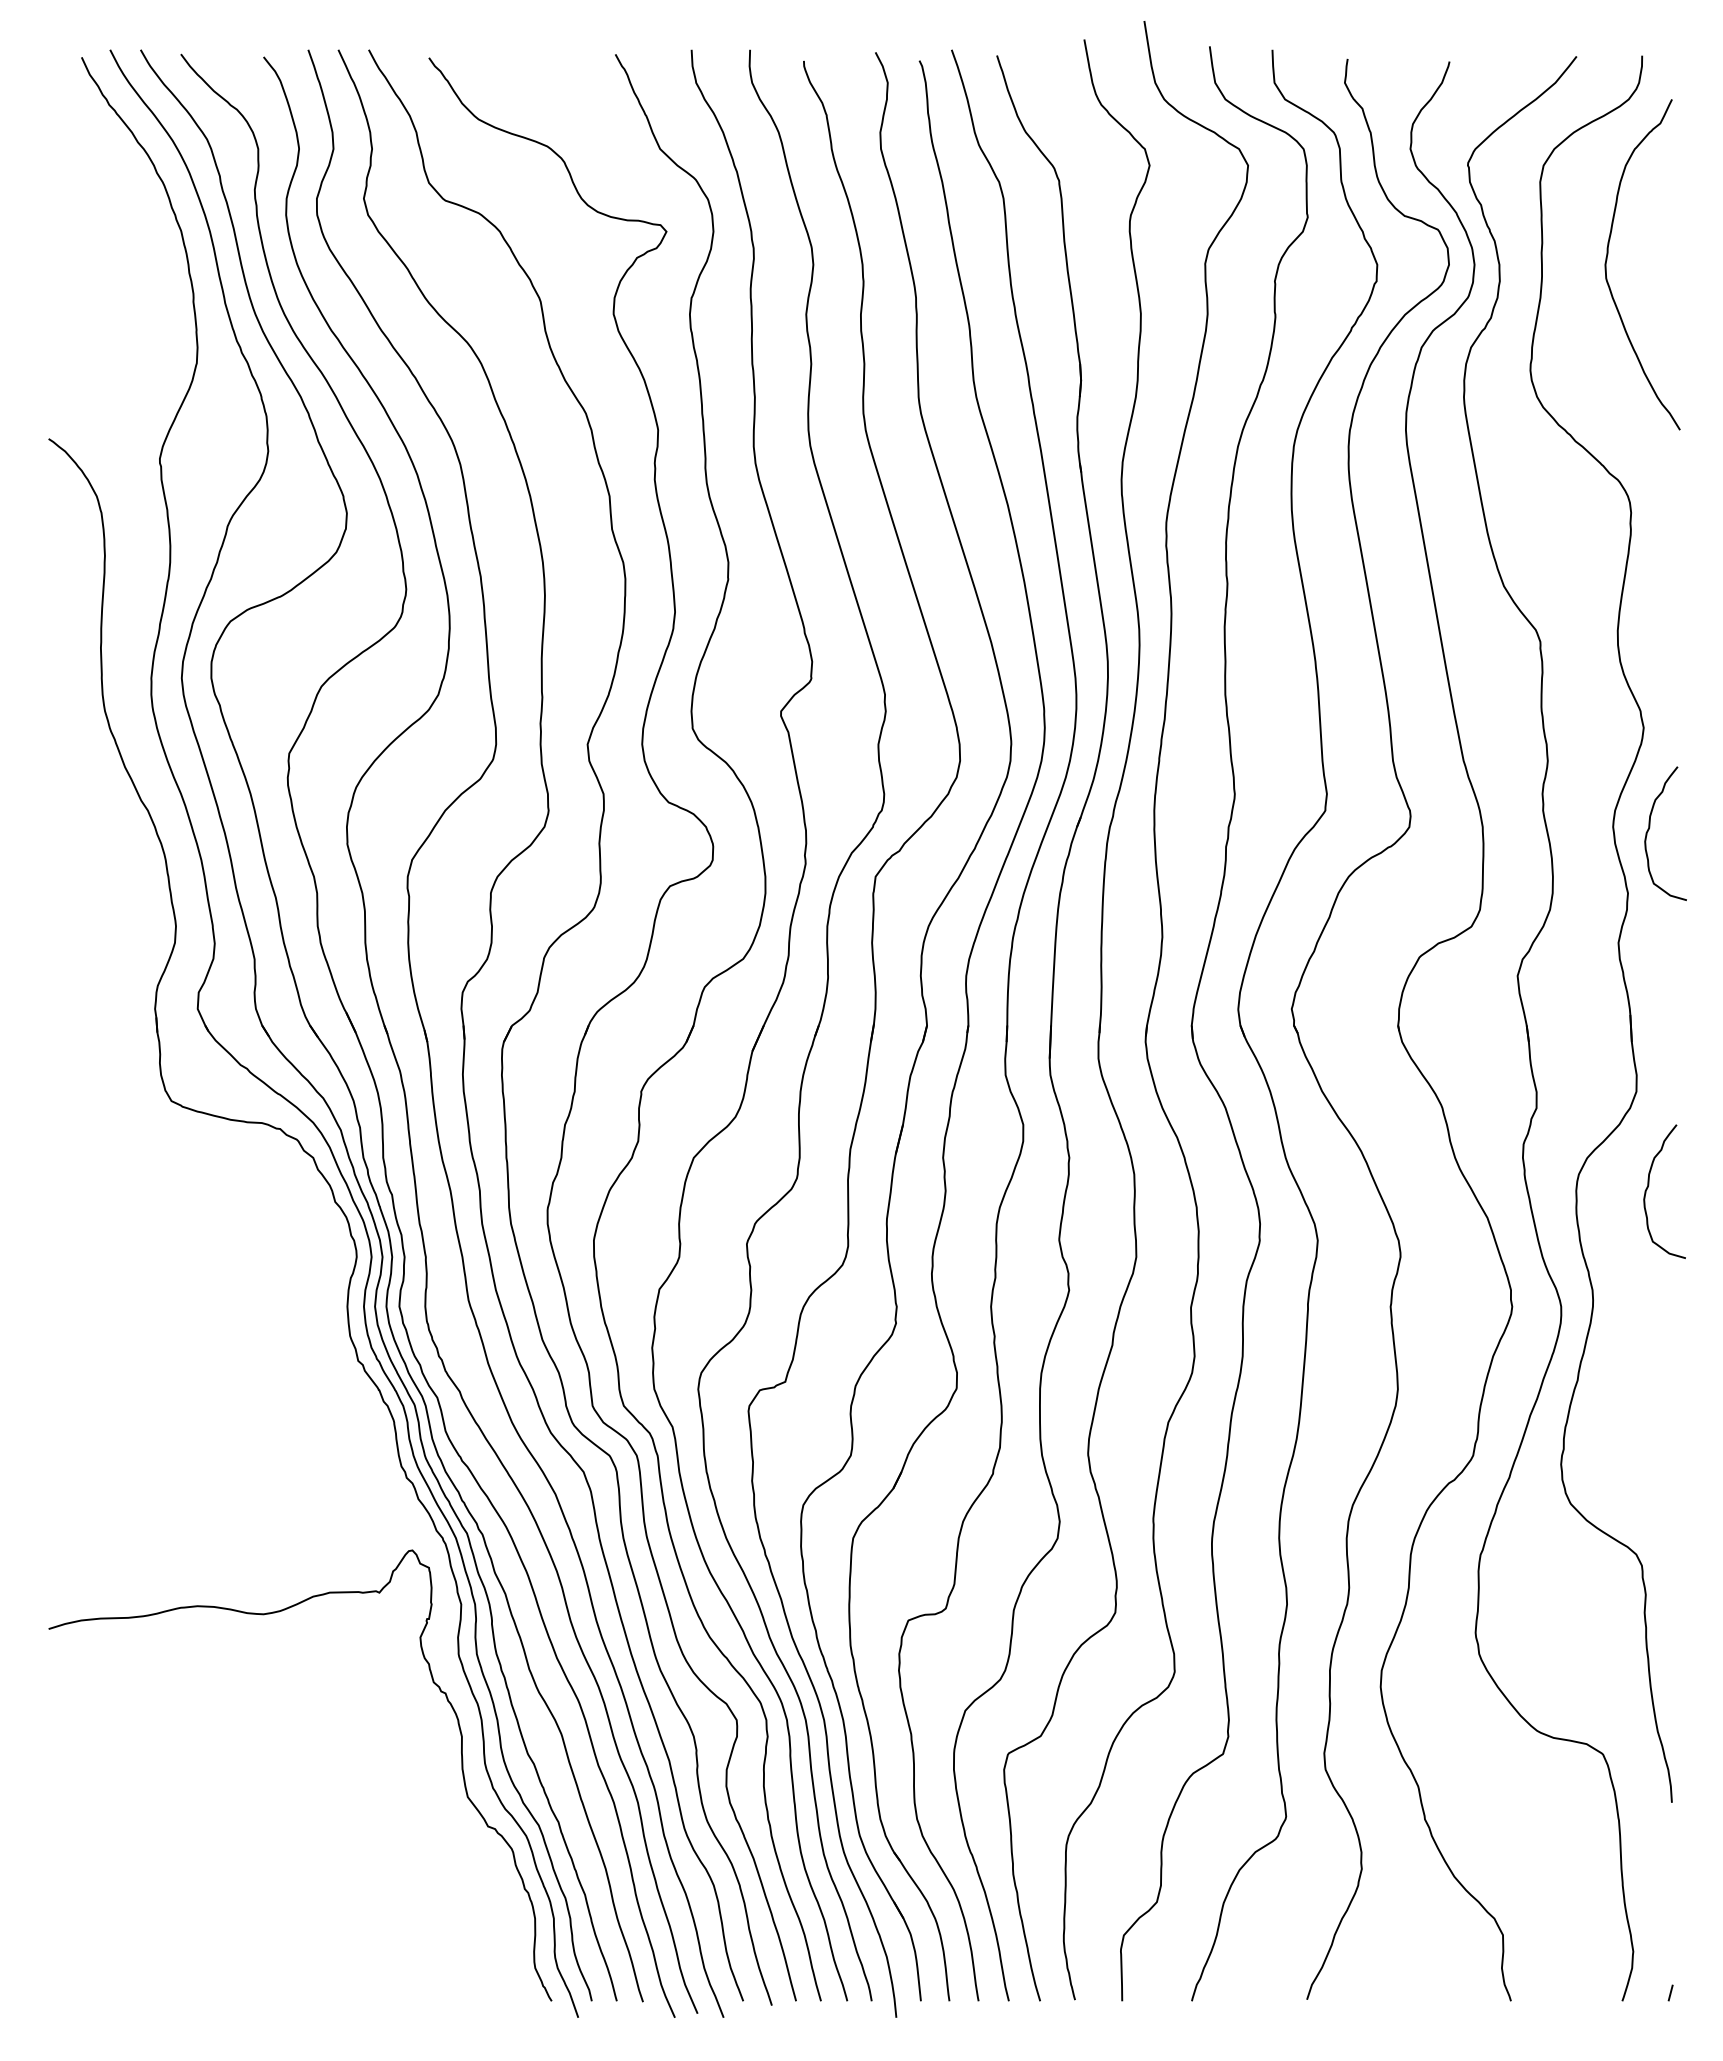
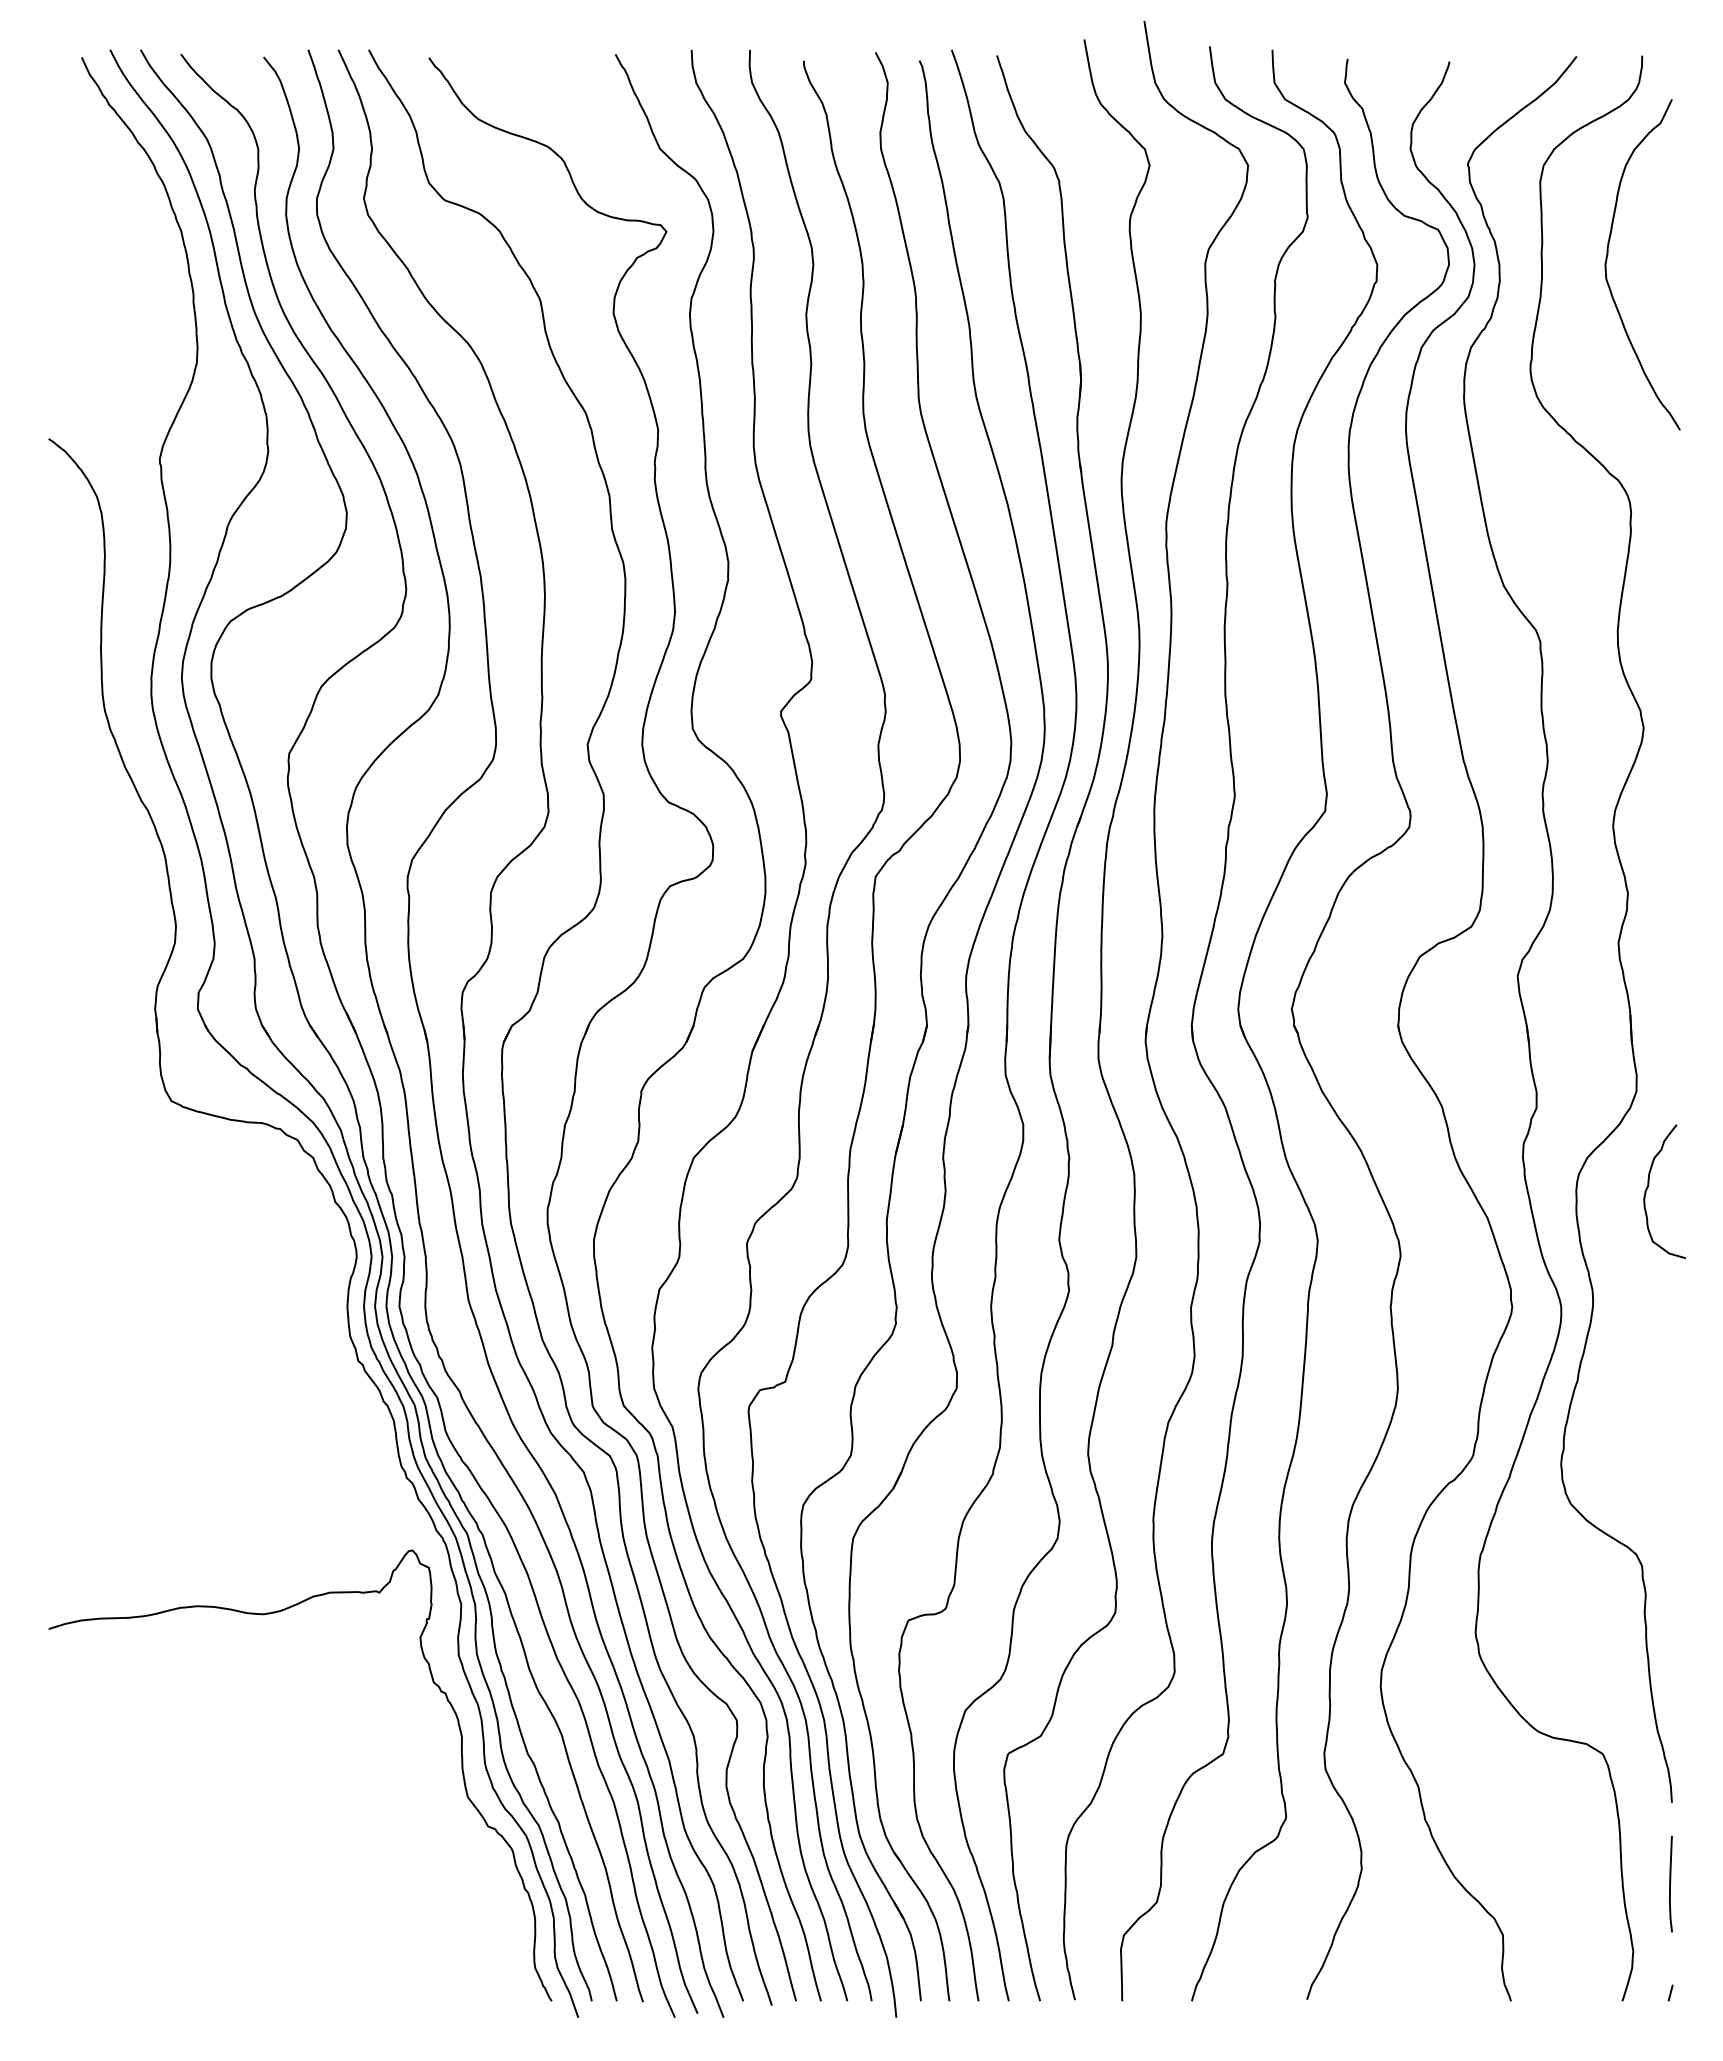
curve at (1650, 827): present -> none
curve at (1670, 1884): none -> present
